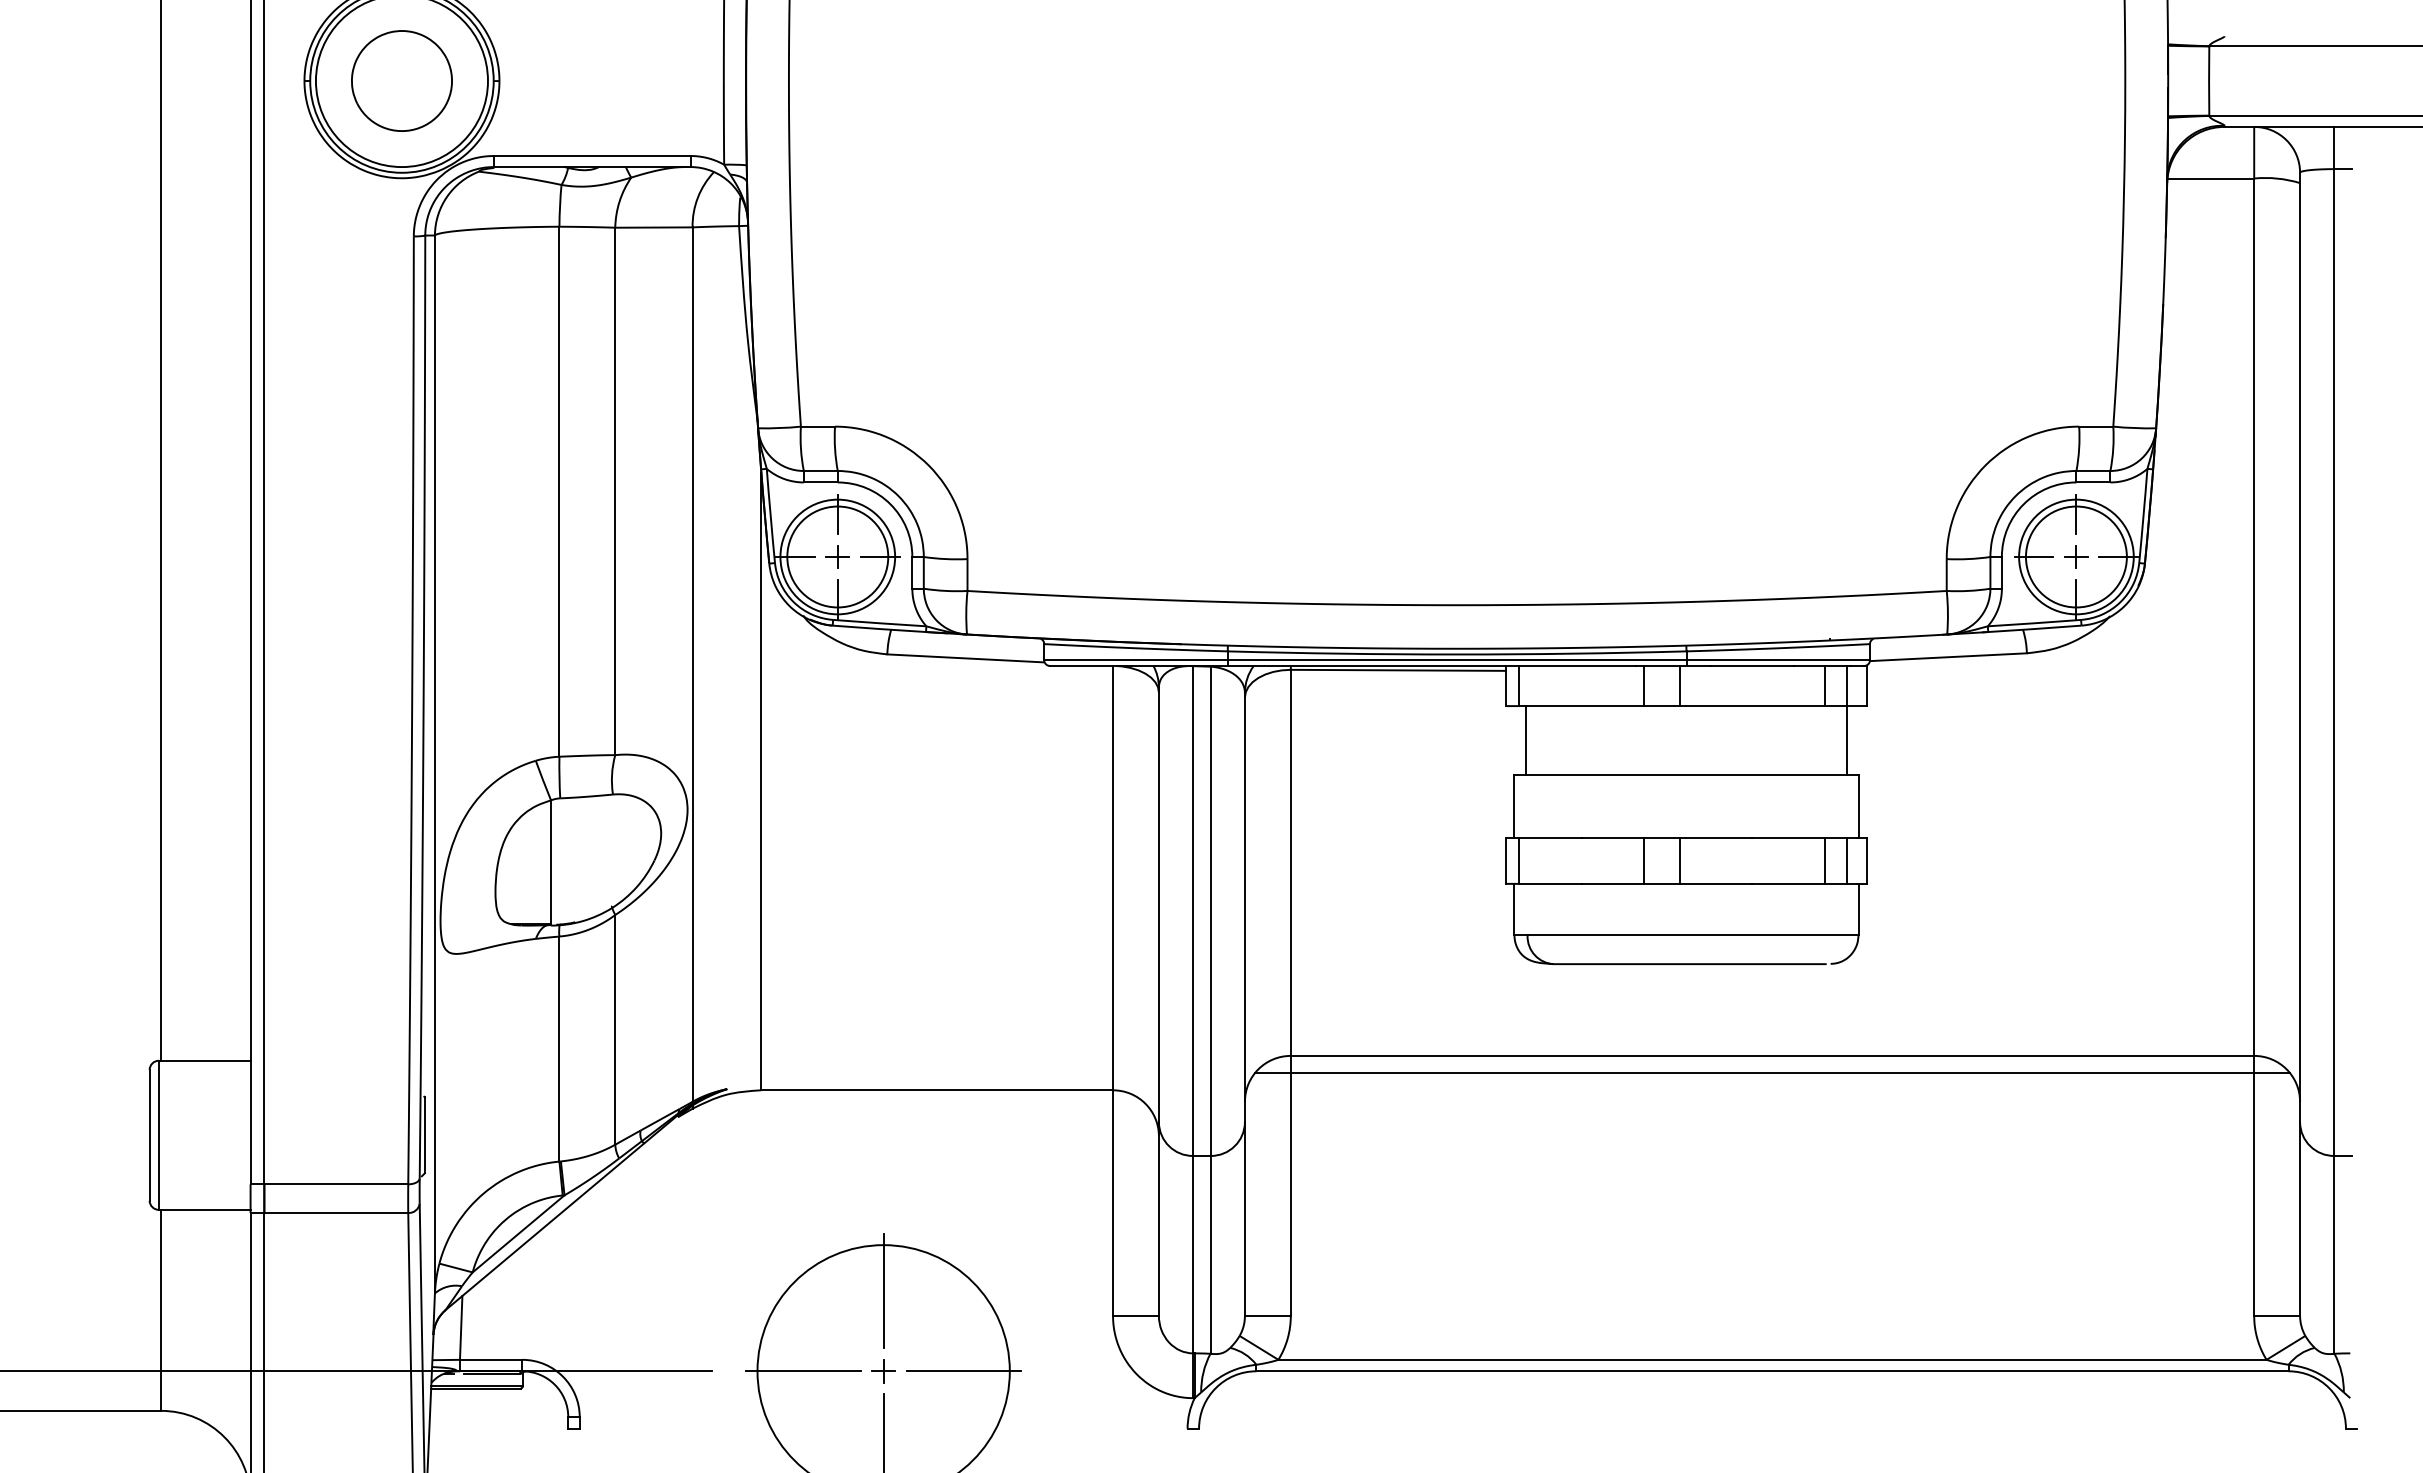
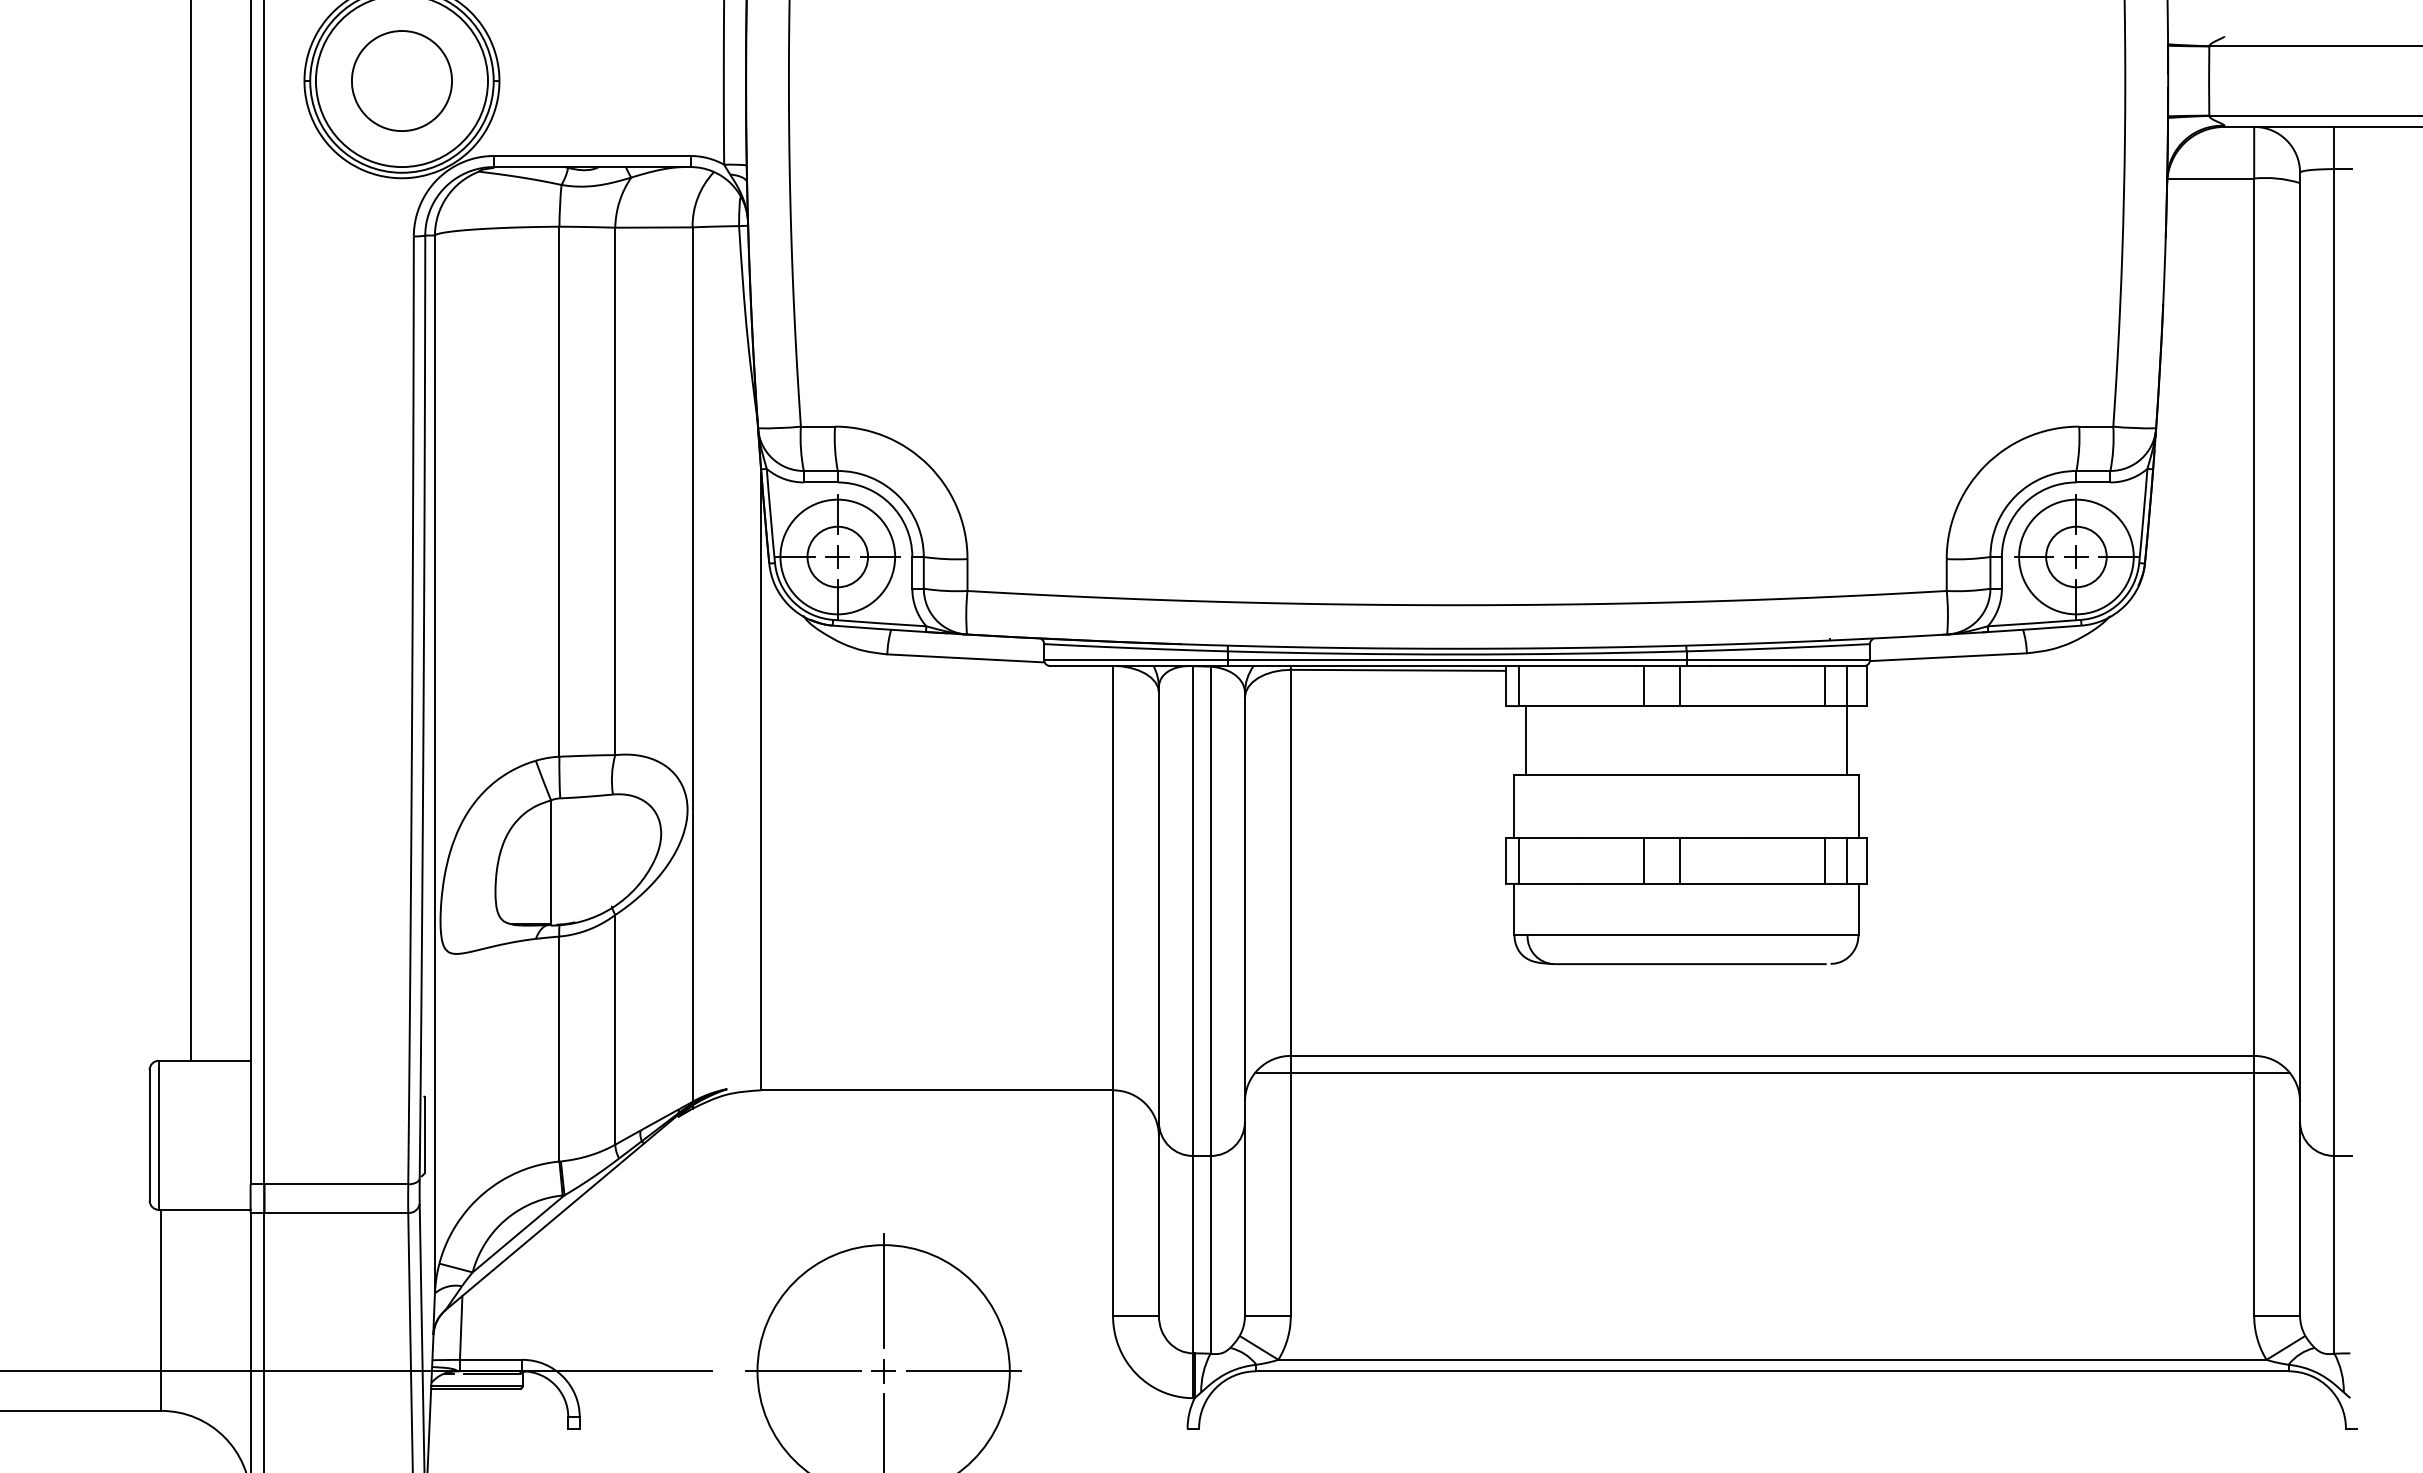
line at (161, 531) position: (161, 531) -> (191, 531)
circle at (837, 556) diameter: 101 px -> 61 px
circle at (2075, 556) diameter: 101 px -> 61 px
